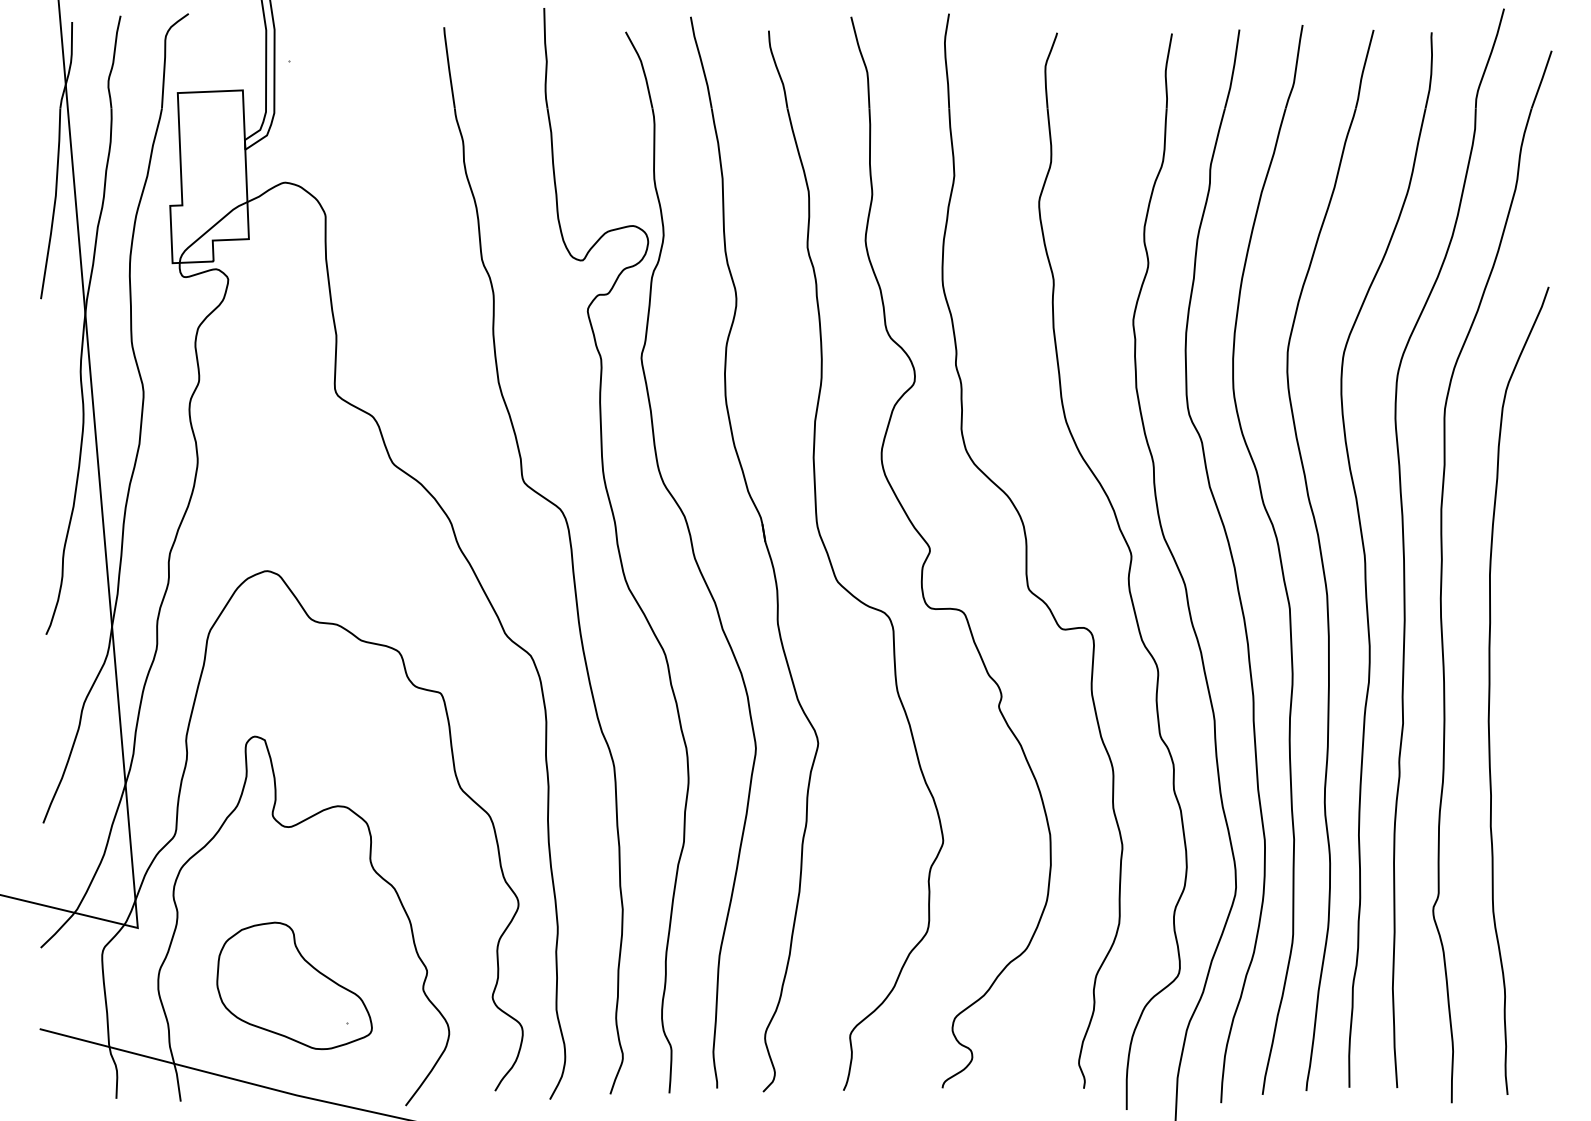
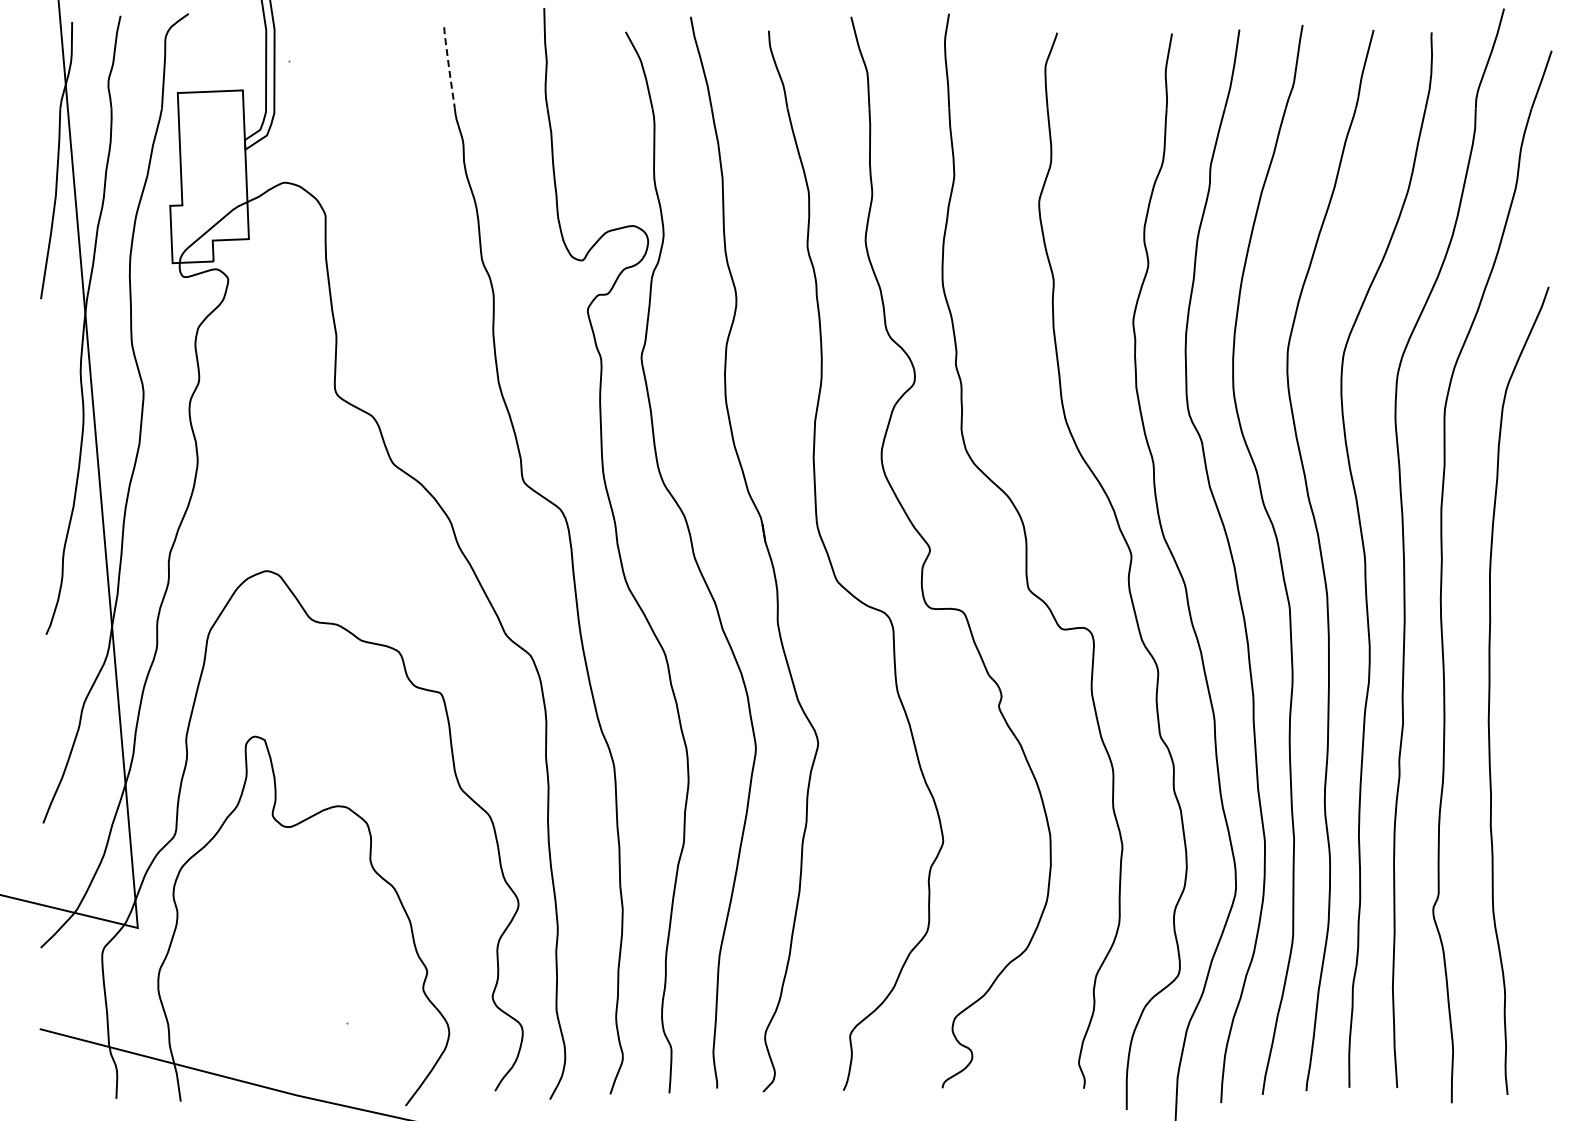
line at (449, 68): solid -> dashed
part at (294, 985): present -> none
